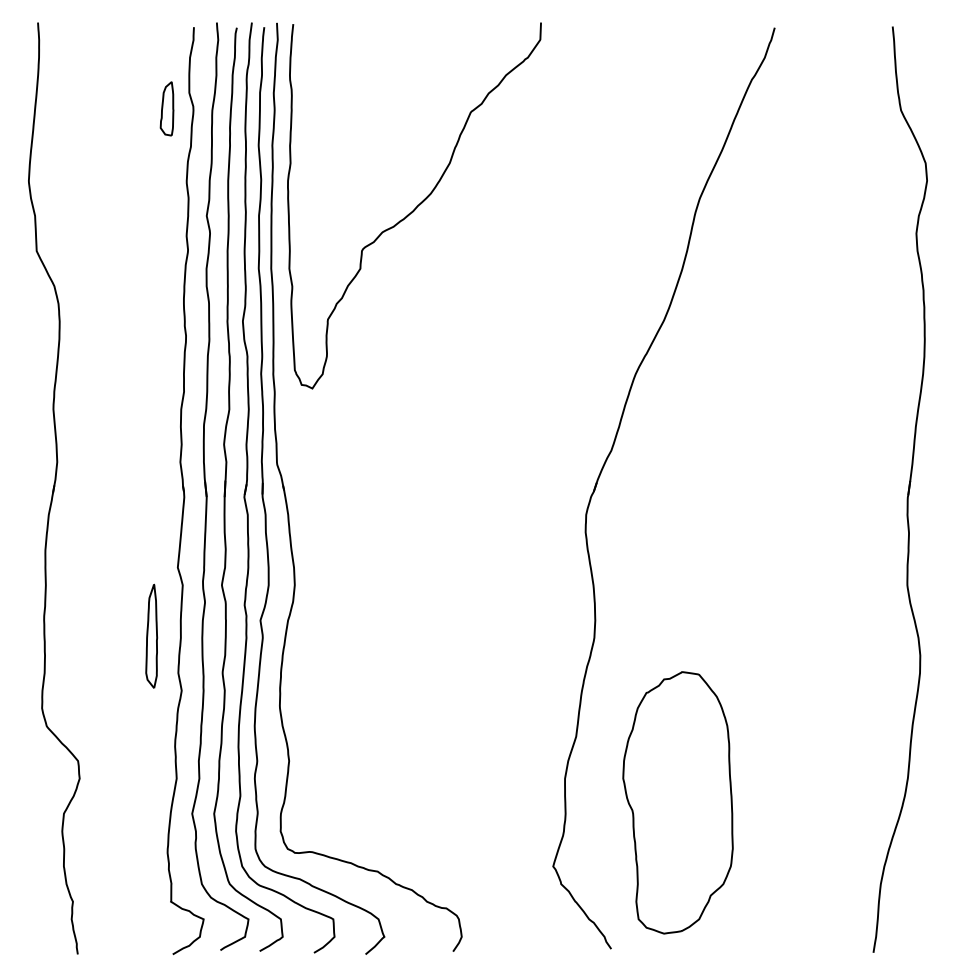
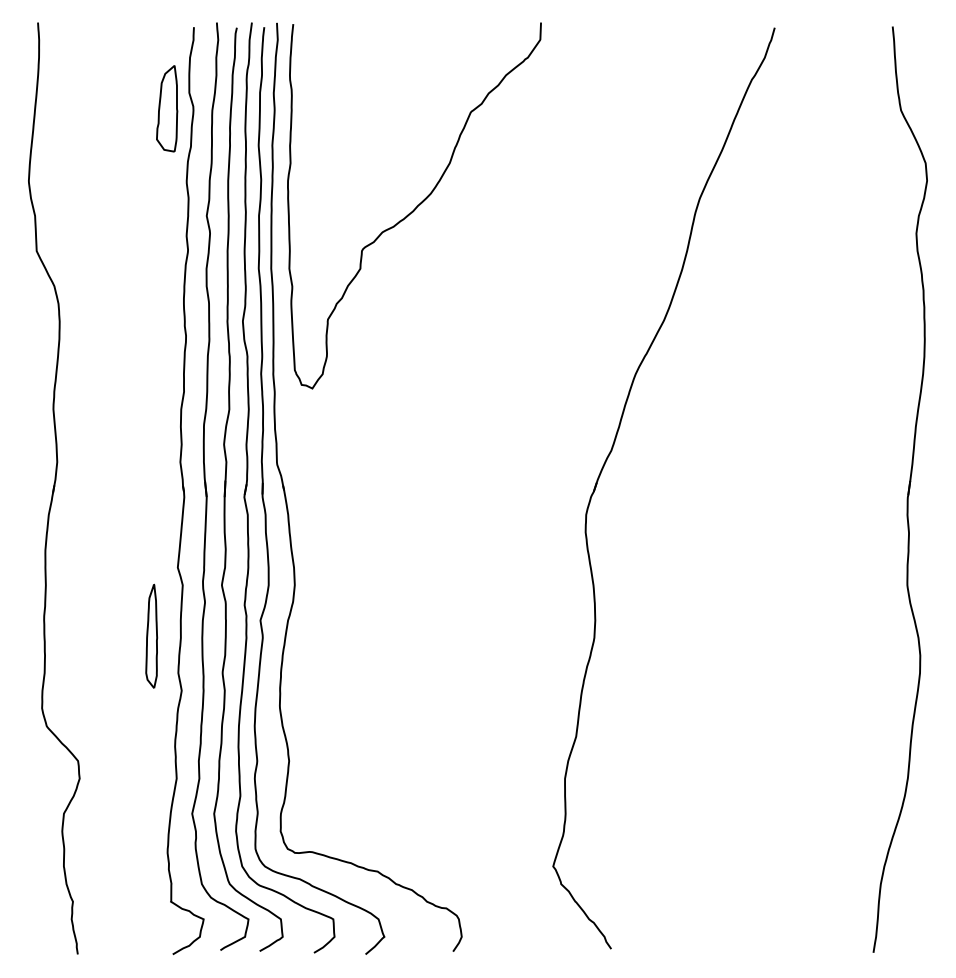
part at (166, 108) size: 16x56 px -> 23x88 px
part at (677, 802): present -> none
